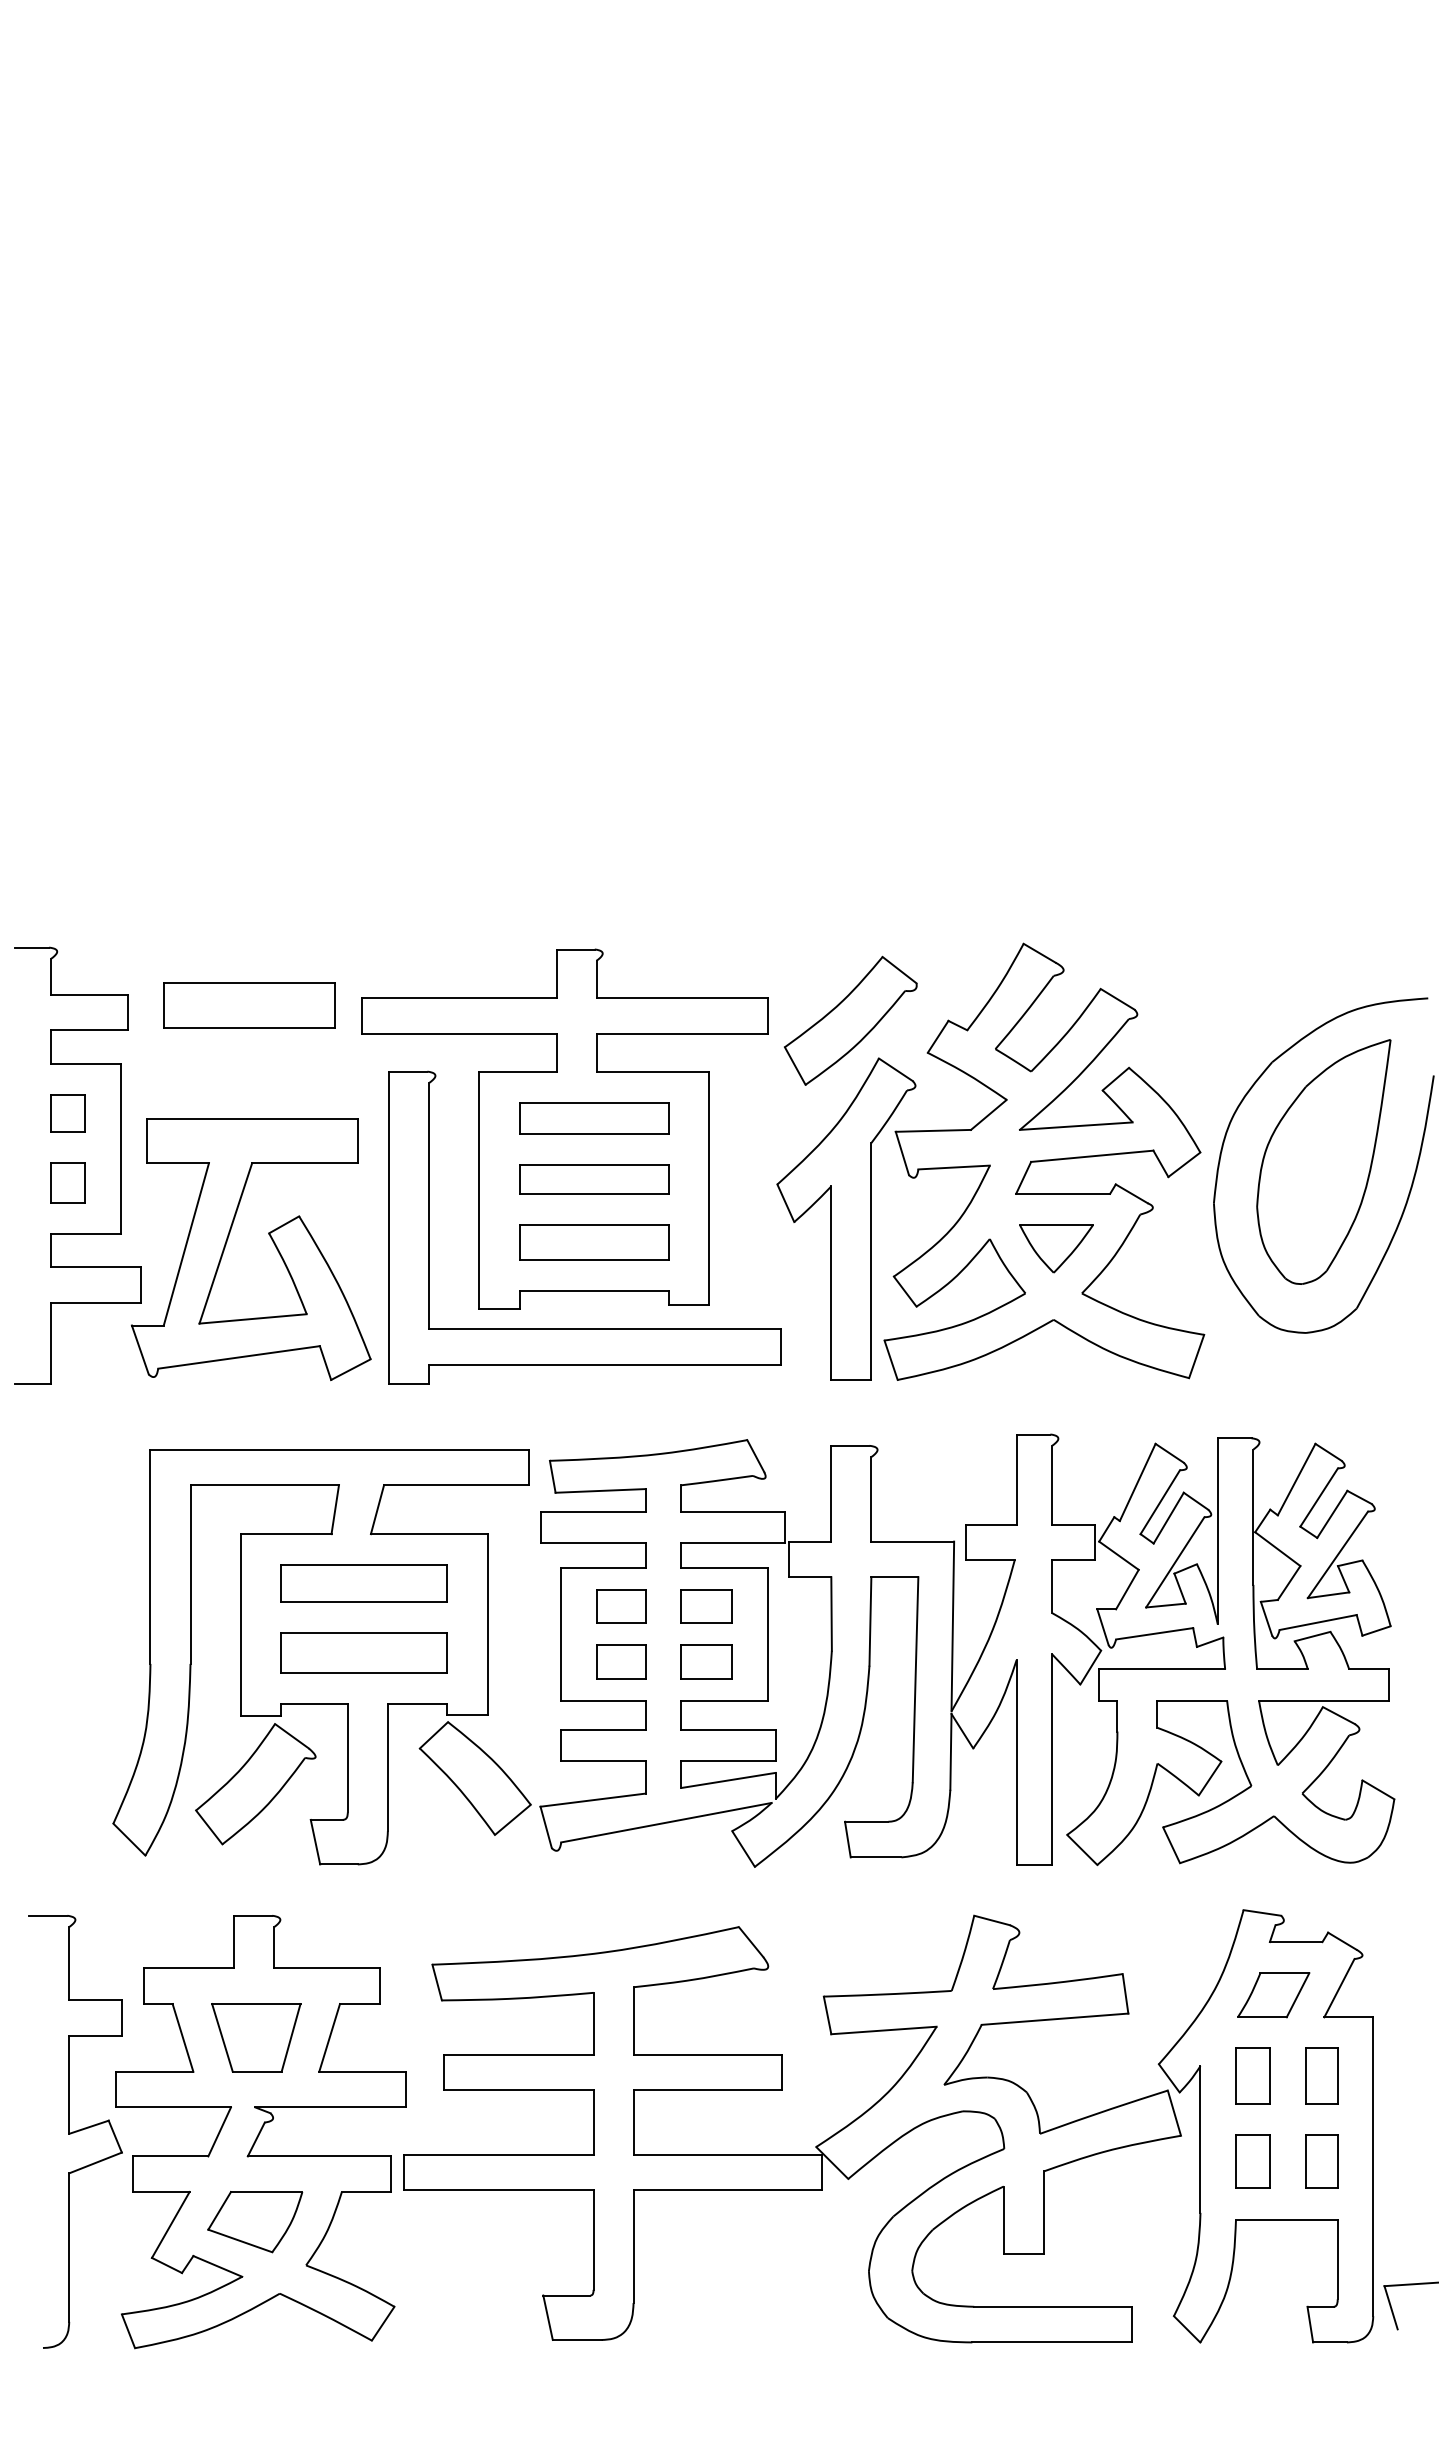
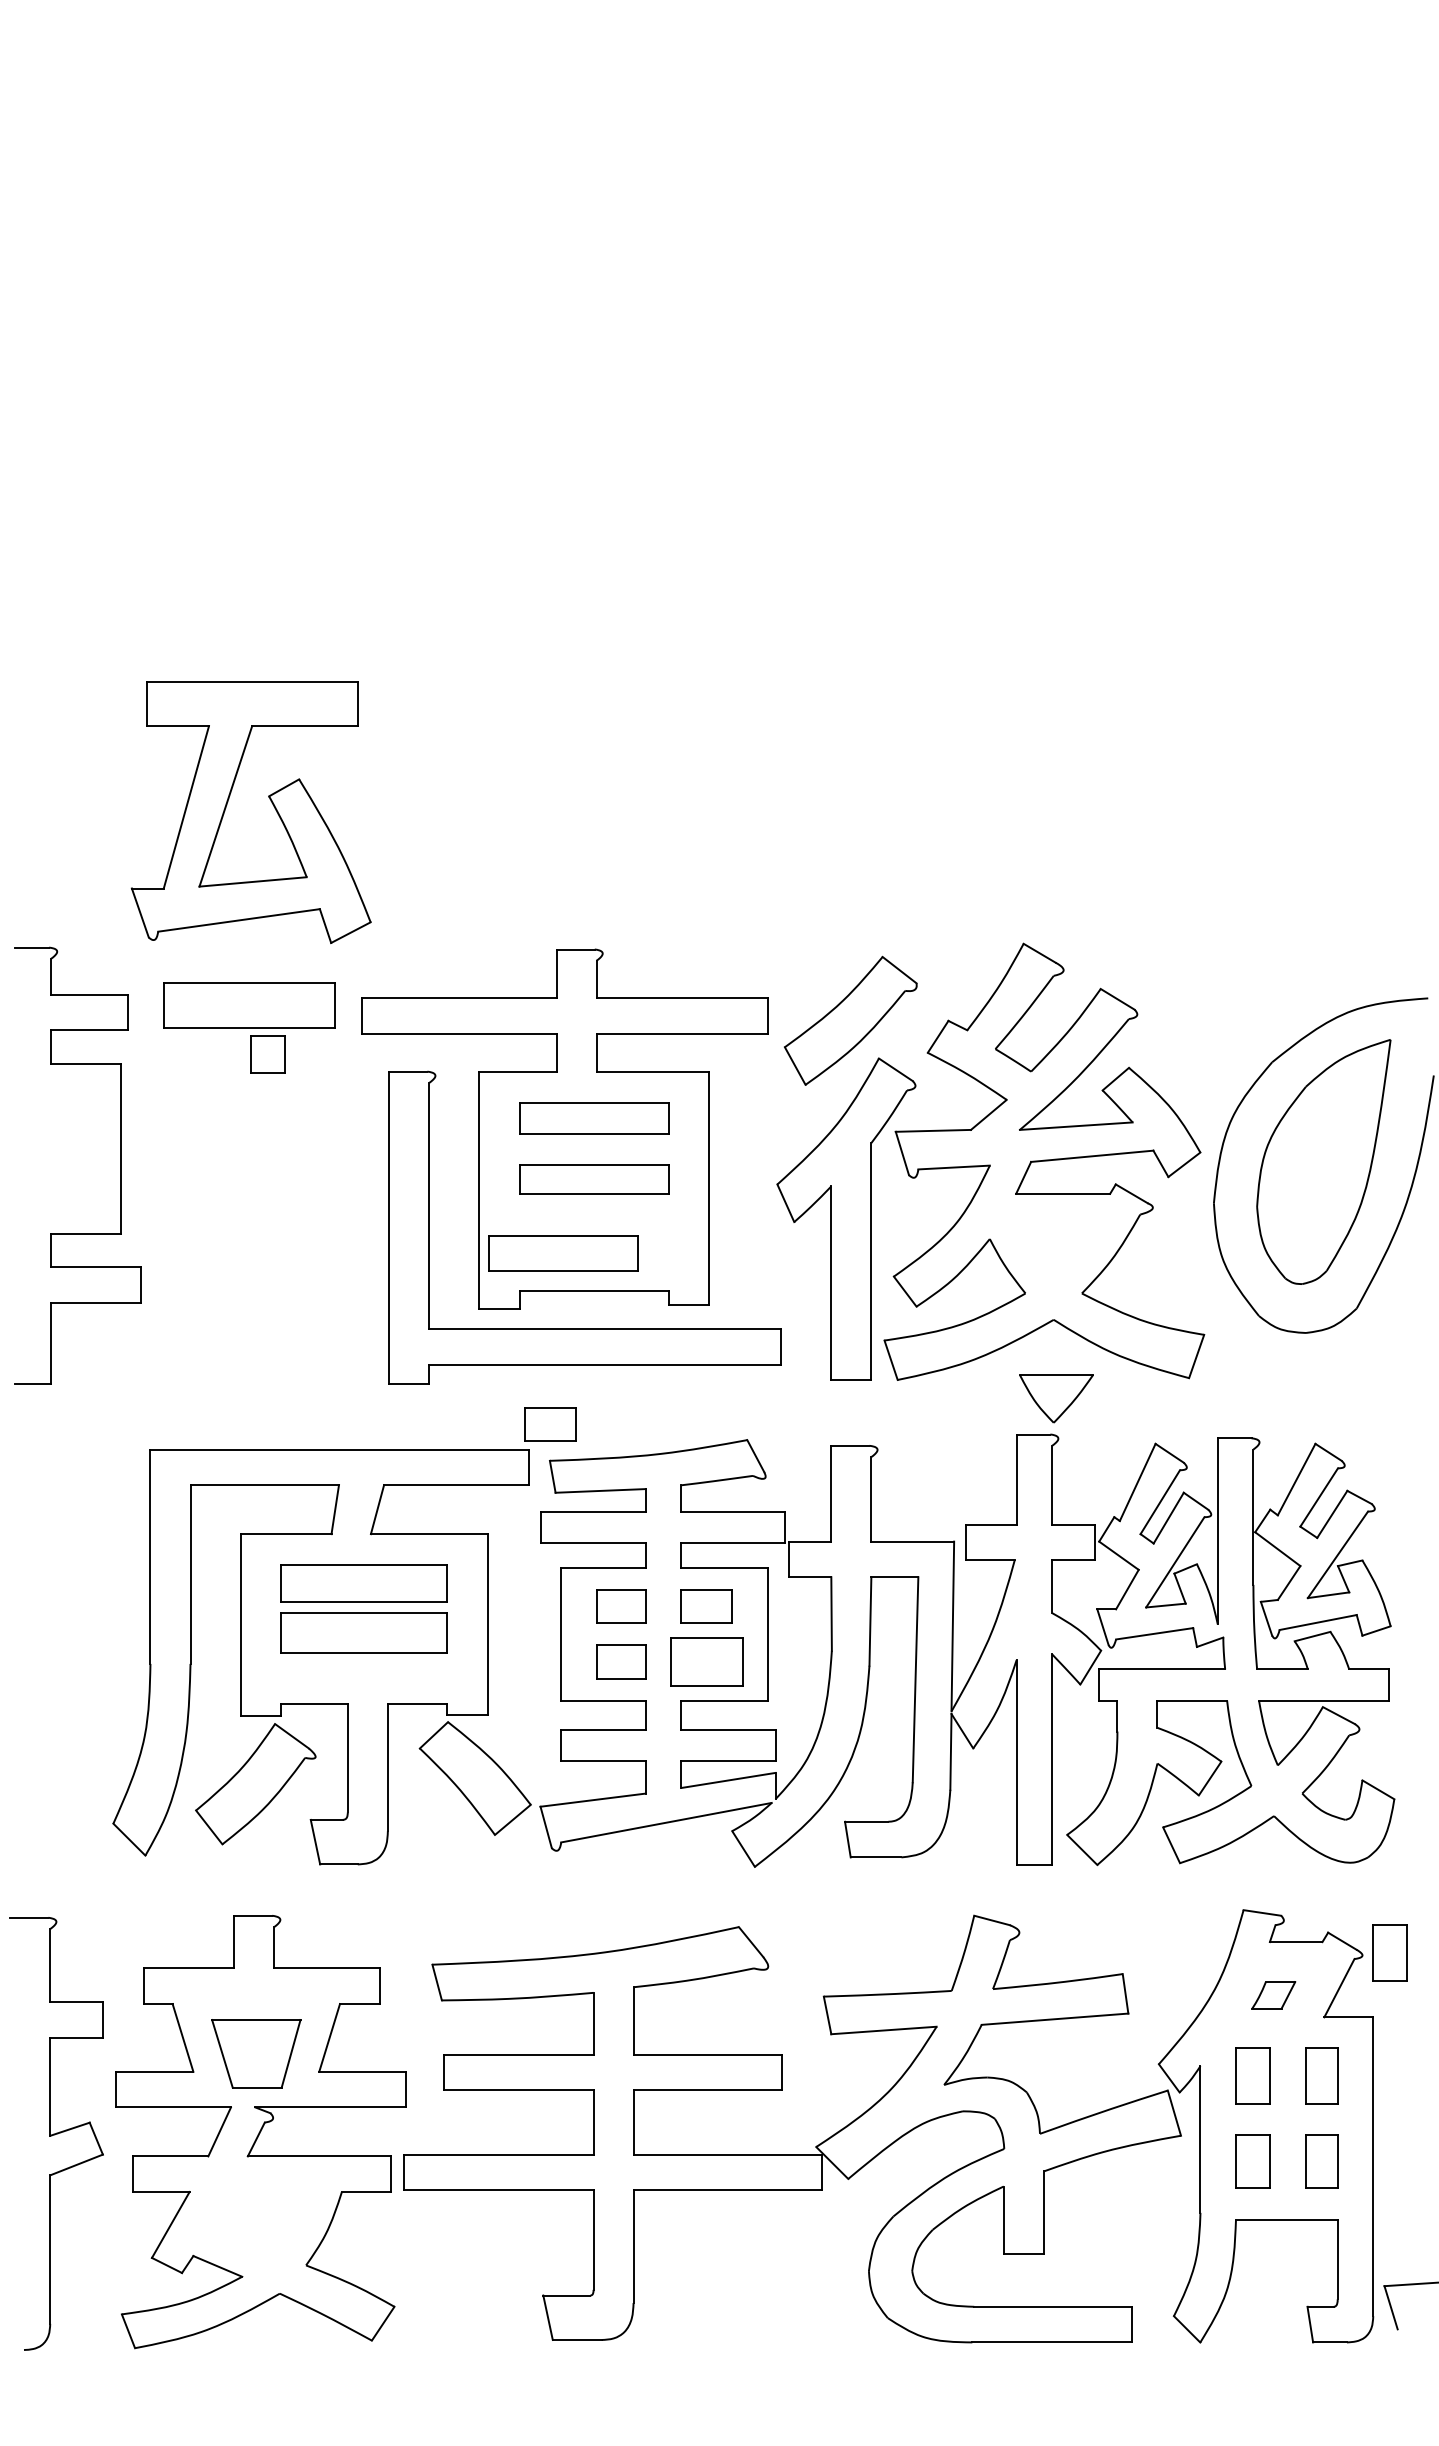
part at (67, 1113) position: (67, 1113) -> (267, 1054)
part at (67, 1182): present -> none
part at (270, 1238) position: (270, 1238) -> (270, 801)
part at (594, 1242) position: (594, 1242) -> (563, 1253)
part at (1056, 1248) position: (1056, 1248) -> (1056, 1398)
part at (550, 1424): none -> present
part at (363, 1652) position: (363, 1652) -> (363, 1632)
part at (706, 1661) size: 53x36 px -> 74x50 px
part at (1389, 1952): none -> present
part at (1273, 1995) size: 74x47 px -> 46x29 px
part at (256, 2037) position: (256, 2037) -> (256, 2053)
part at (75, 2131) position: (75, 2131) -> (56, 2133)
part at (255, 2222): present -> none
